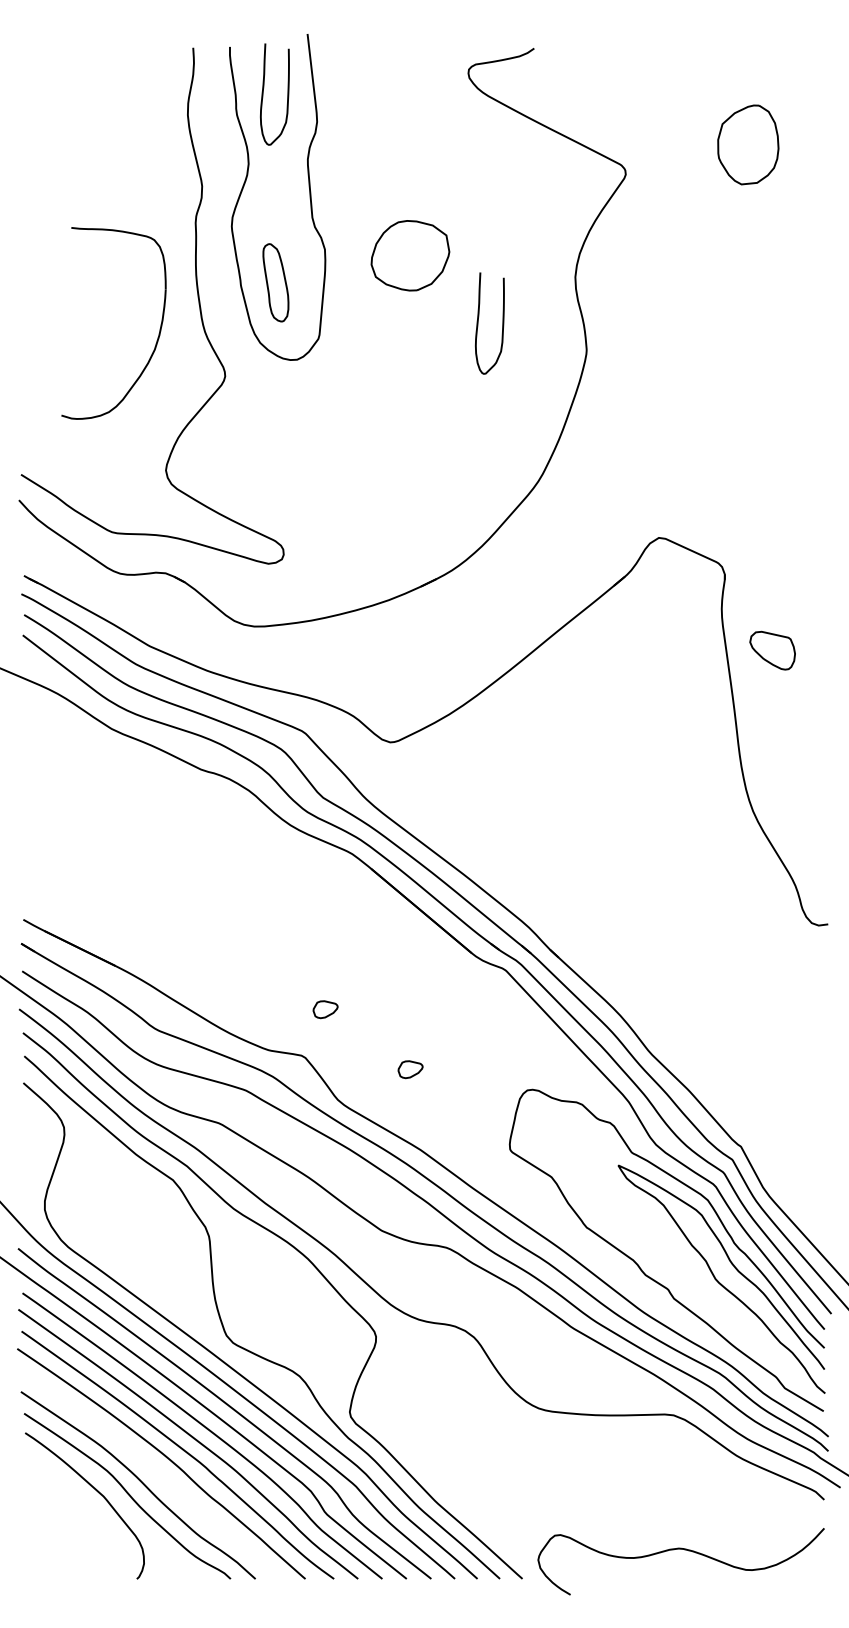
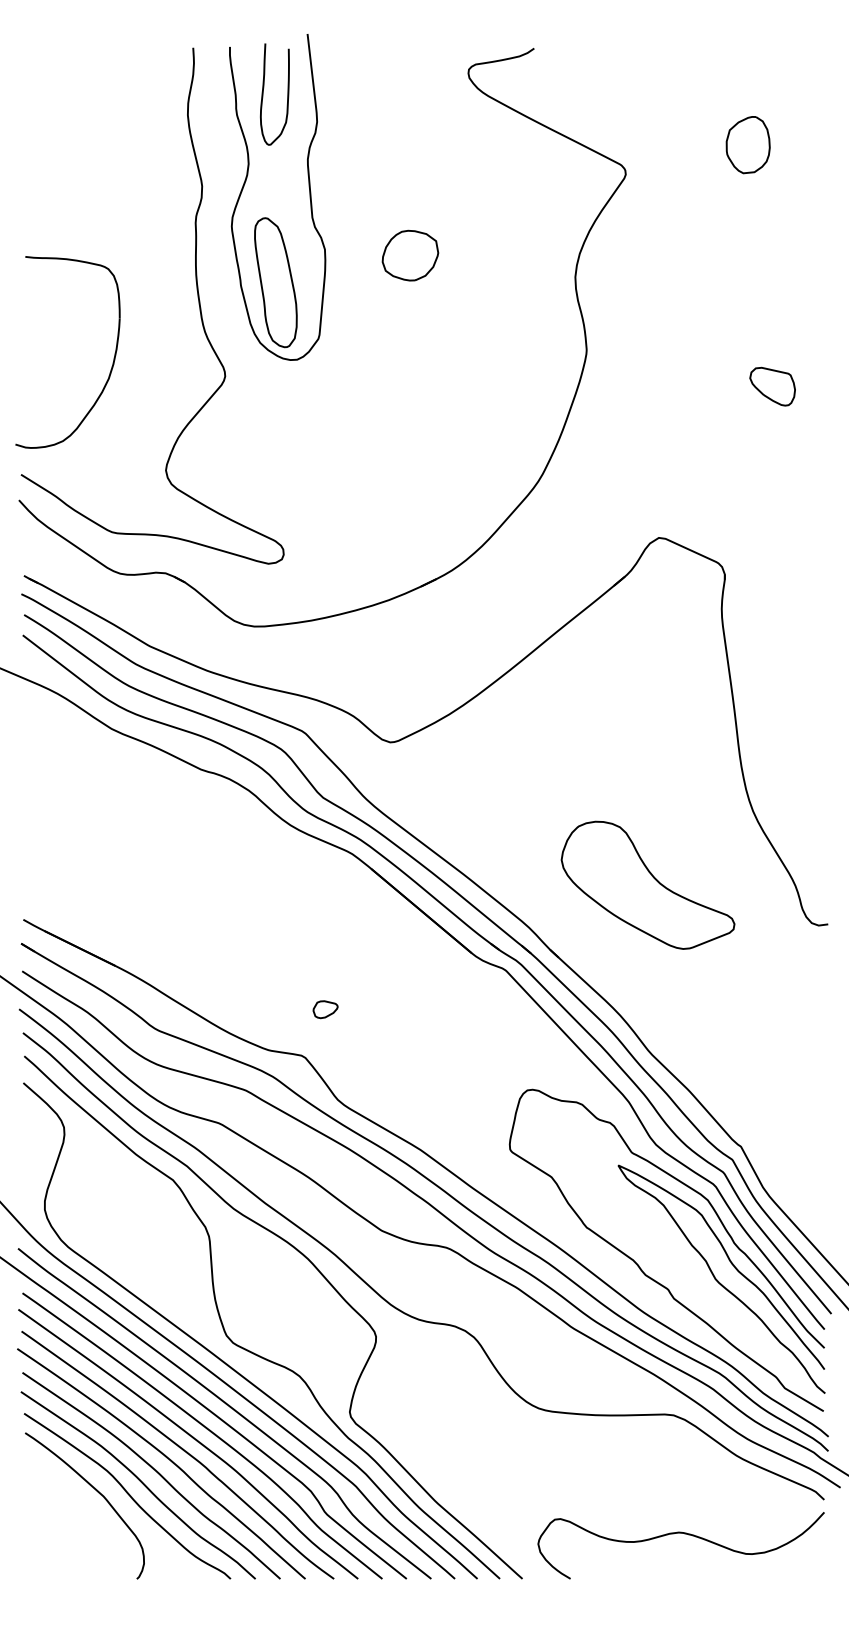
part at (748, 144) size: 63x82 px -> 46x59 px
part at (410, 255) size: 81x72 px -> 59x53 px
part at (275, 282) size: 28x80 px -> 44x132 px
curve at (478, 323): present -> none
part at (158, 333) position: (158, 333) -> (112, 362)
part at (772, 650) position: (772, 650) -> (772, 386)
part at (647, 884): none -> present
part at (410, 1069): present -> none
curve at (155, 1471): none -> present
curve at (684, 1550) position: (684, 1550) -> (684, 1534)
